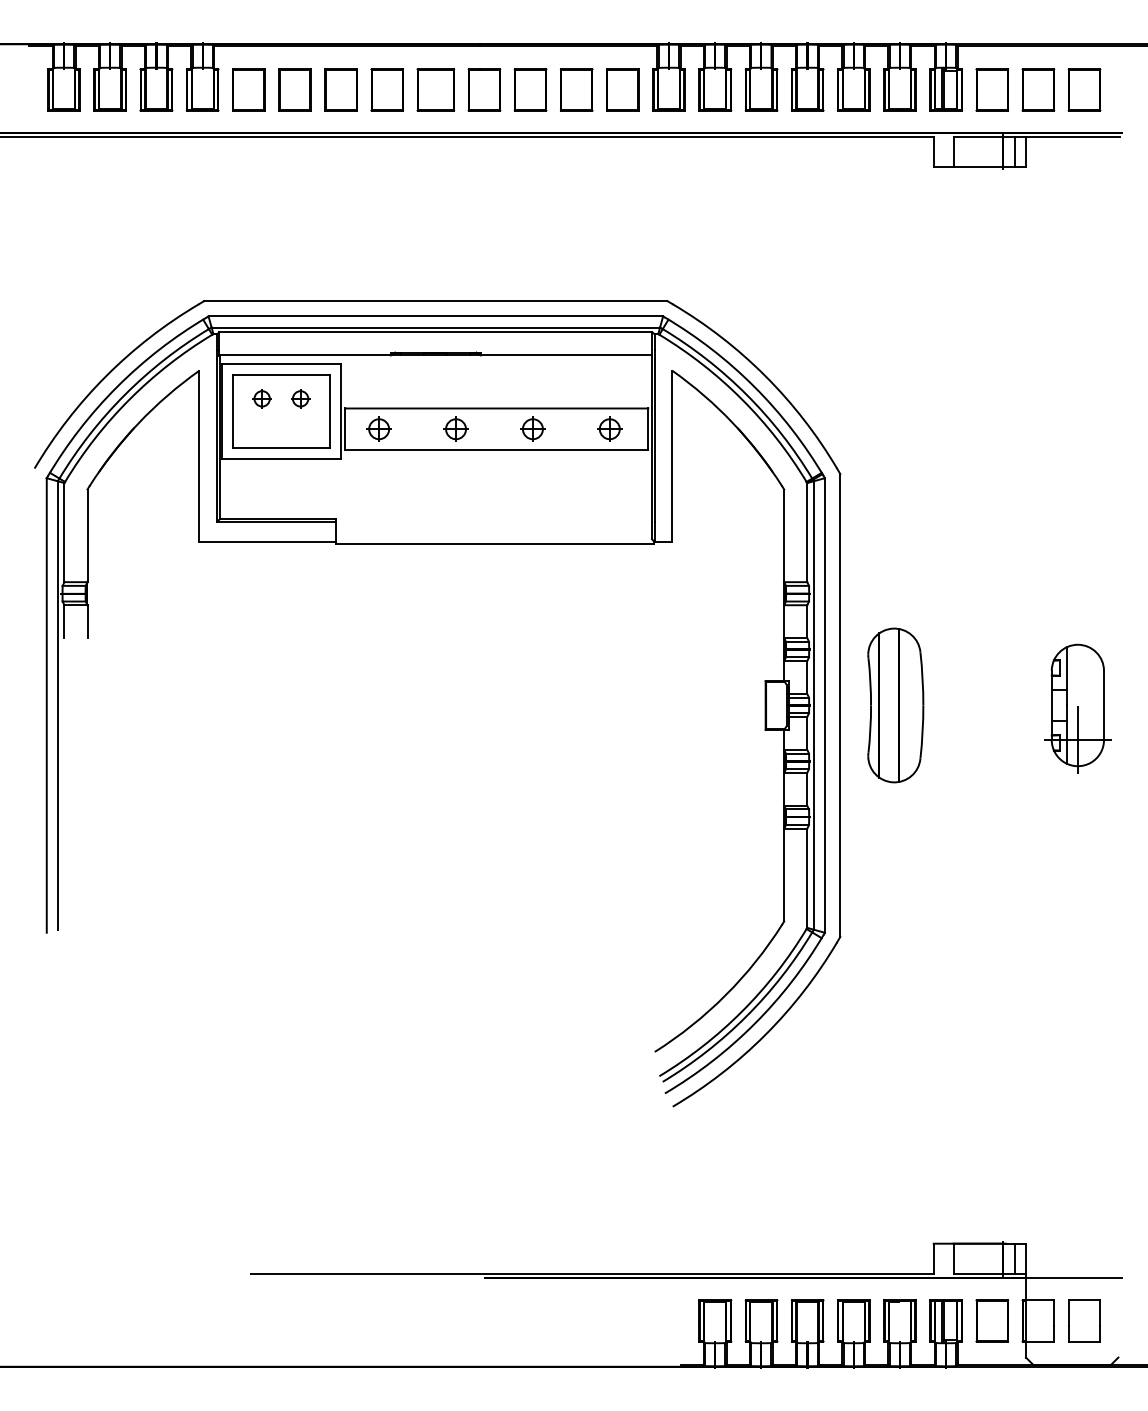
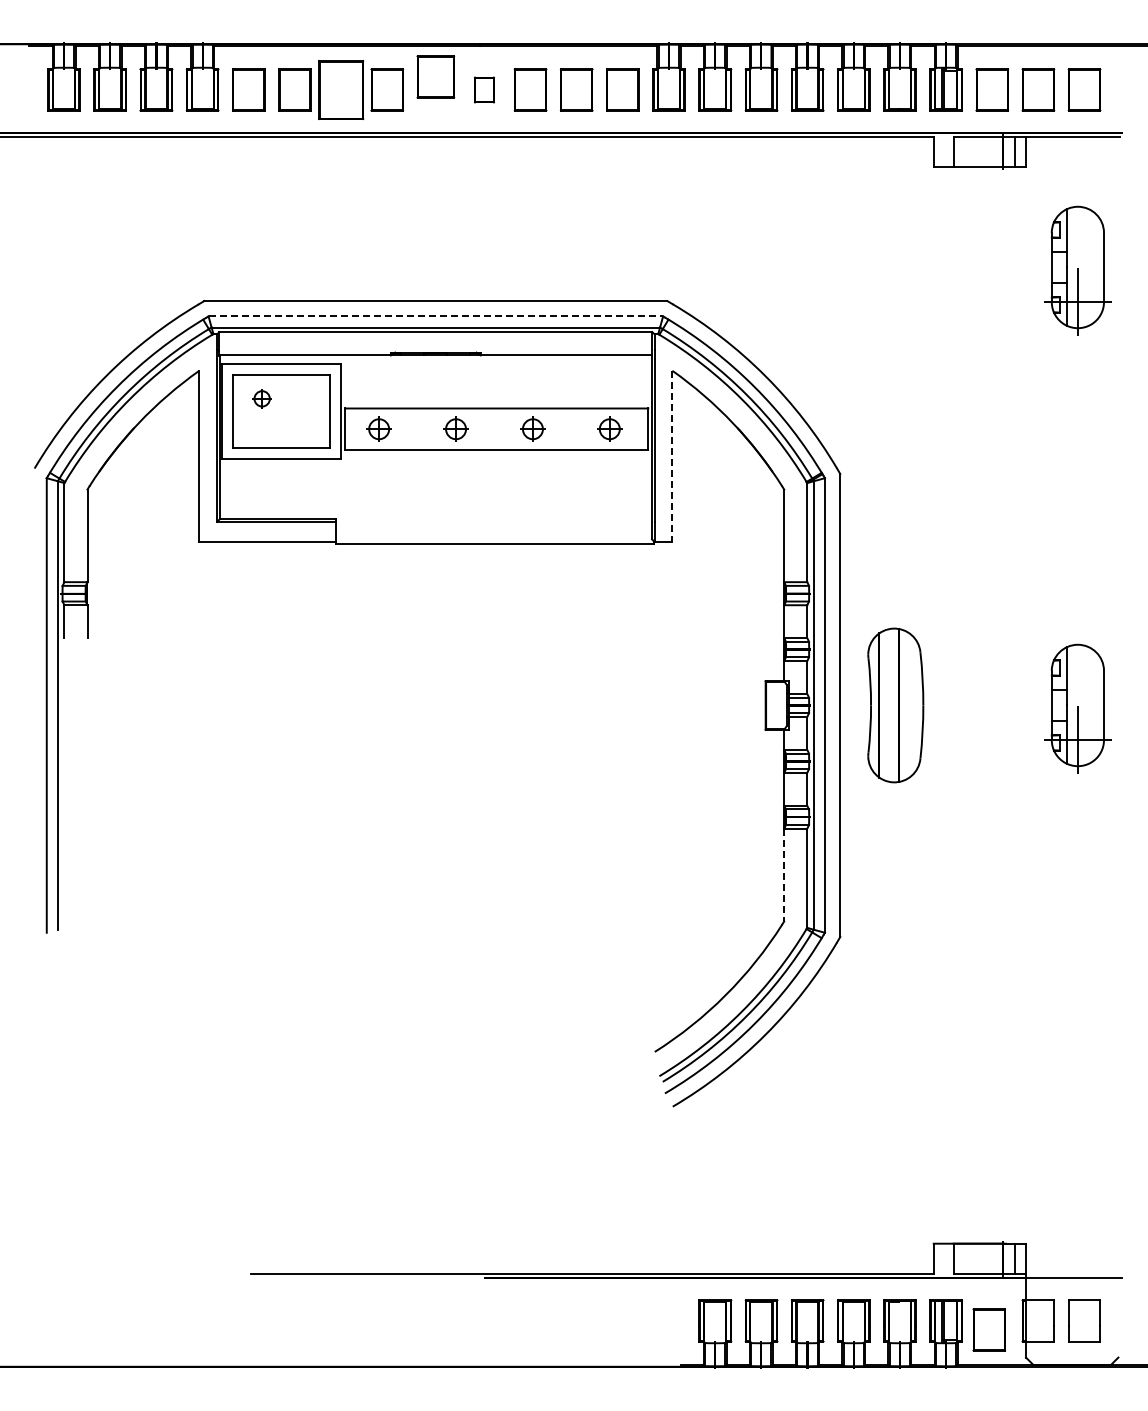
part at (340, 89) size: 34x44 px -> 47x60 px
part at (435, 89) position: (435, 89) -> (435, 76)
part at (484, 89) size: 35x44 px -> 21x28 px
part at (1077, 270): none -> present
line at (436, 316): solid -> dashed
part at (300, 398): present -> none
line at (672, 456): solid -> dashed
line at (784, 875): solid -> dashed
part at (992, 1320) position: (992, 1320) -> (989, 1329)
